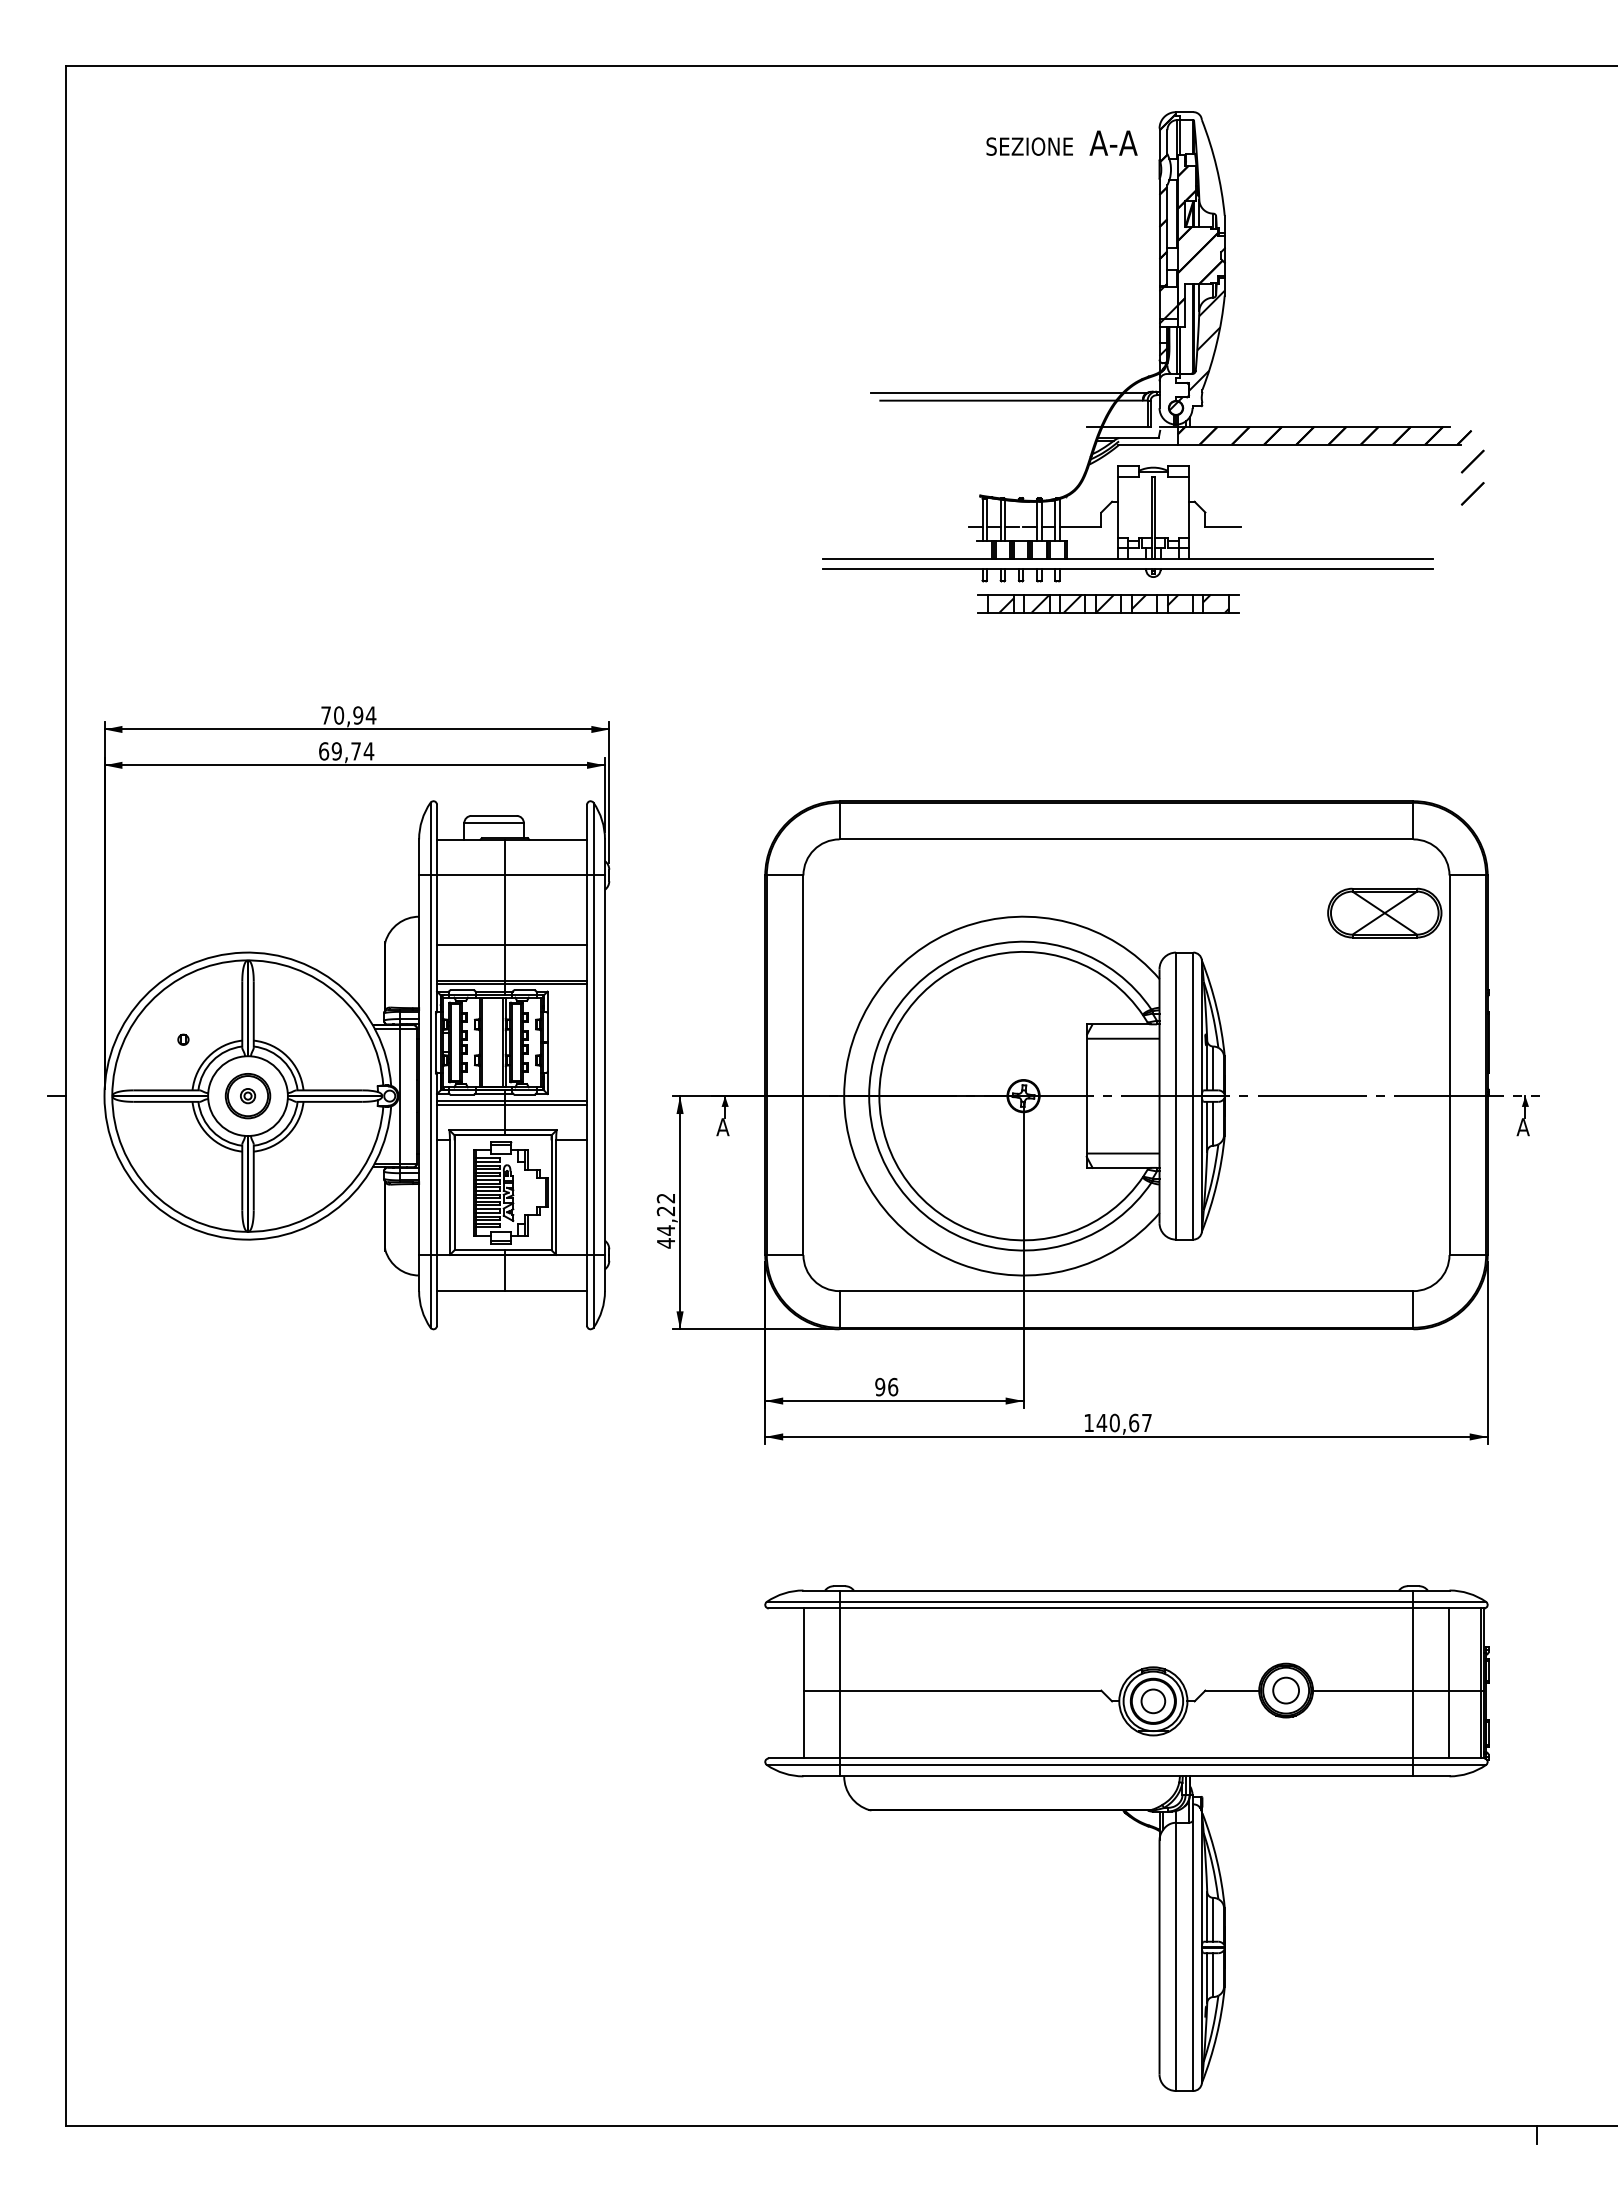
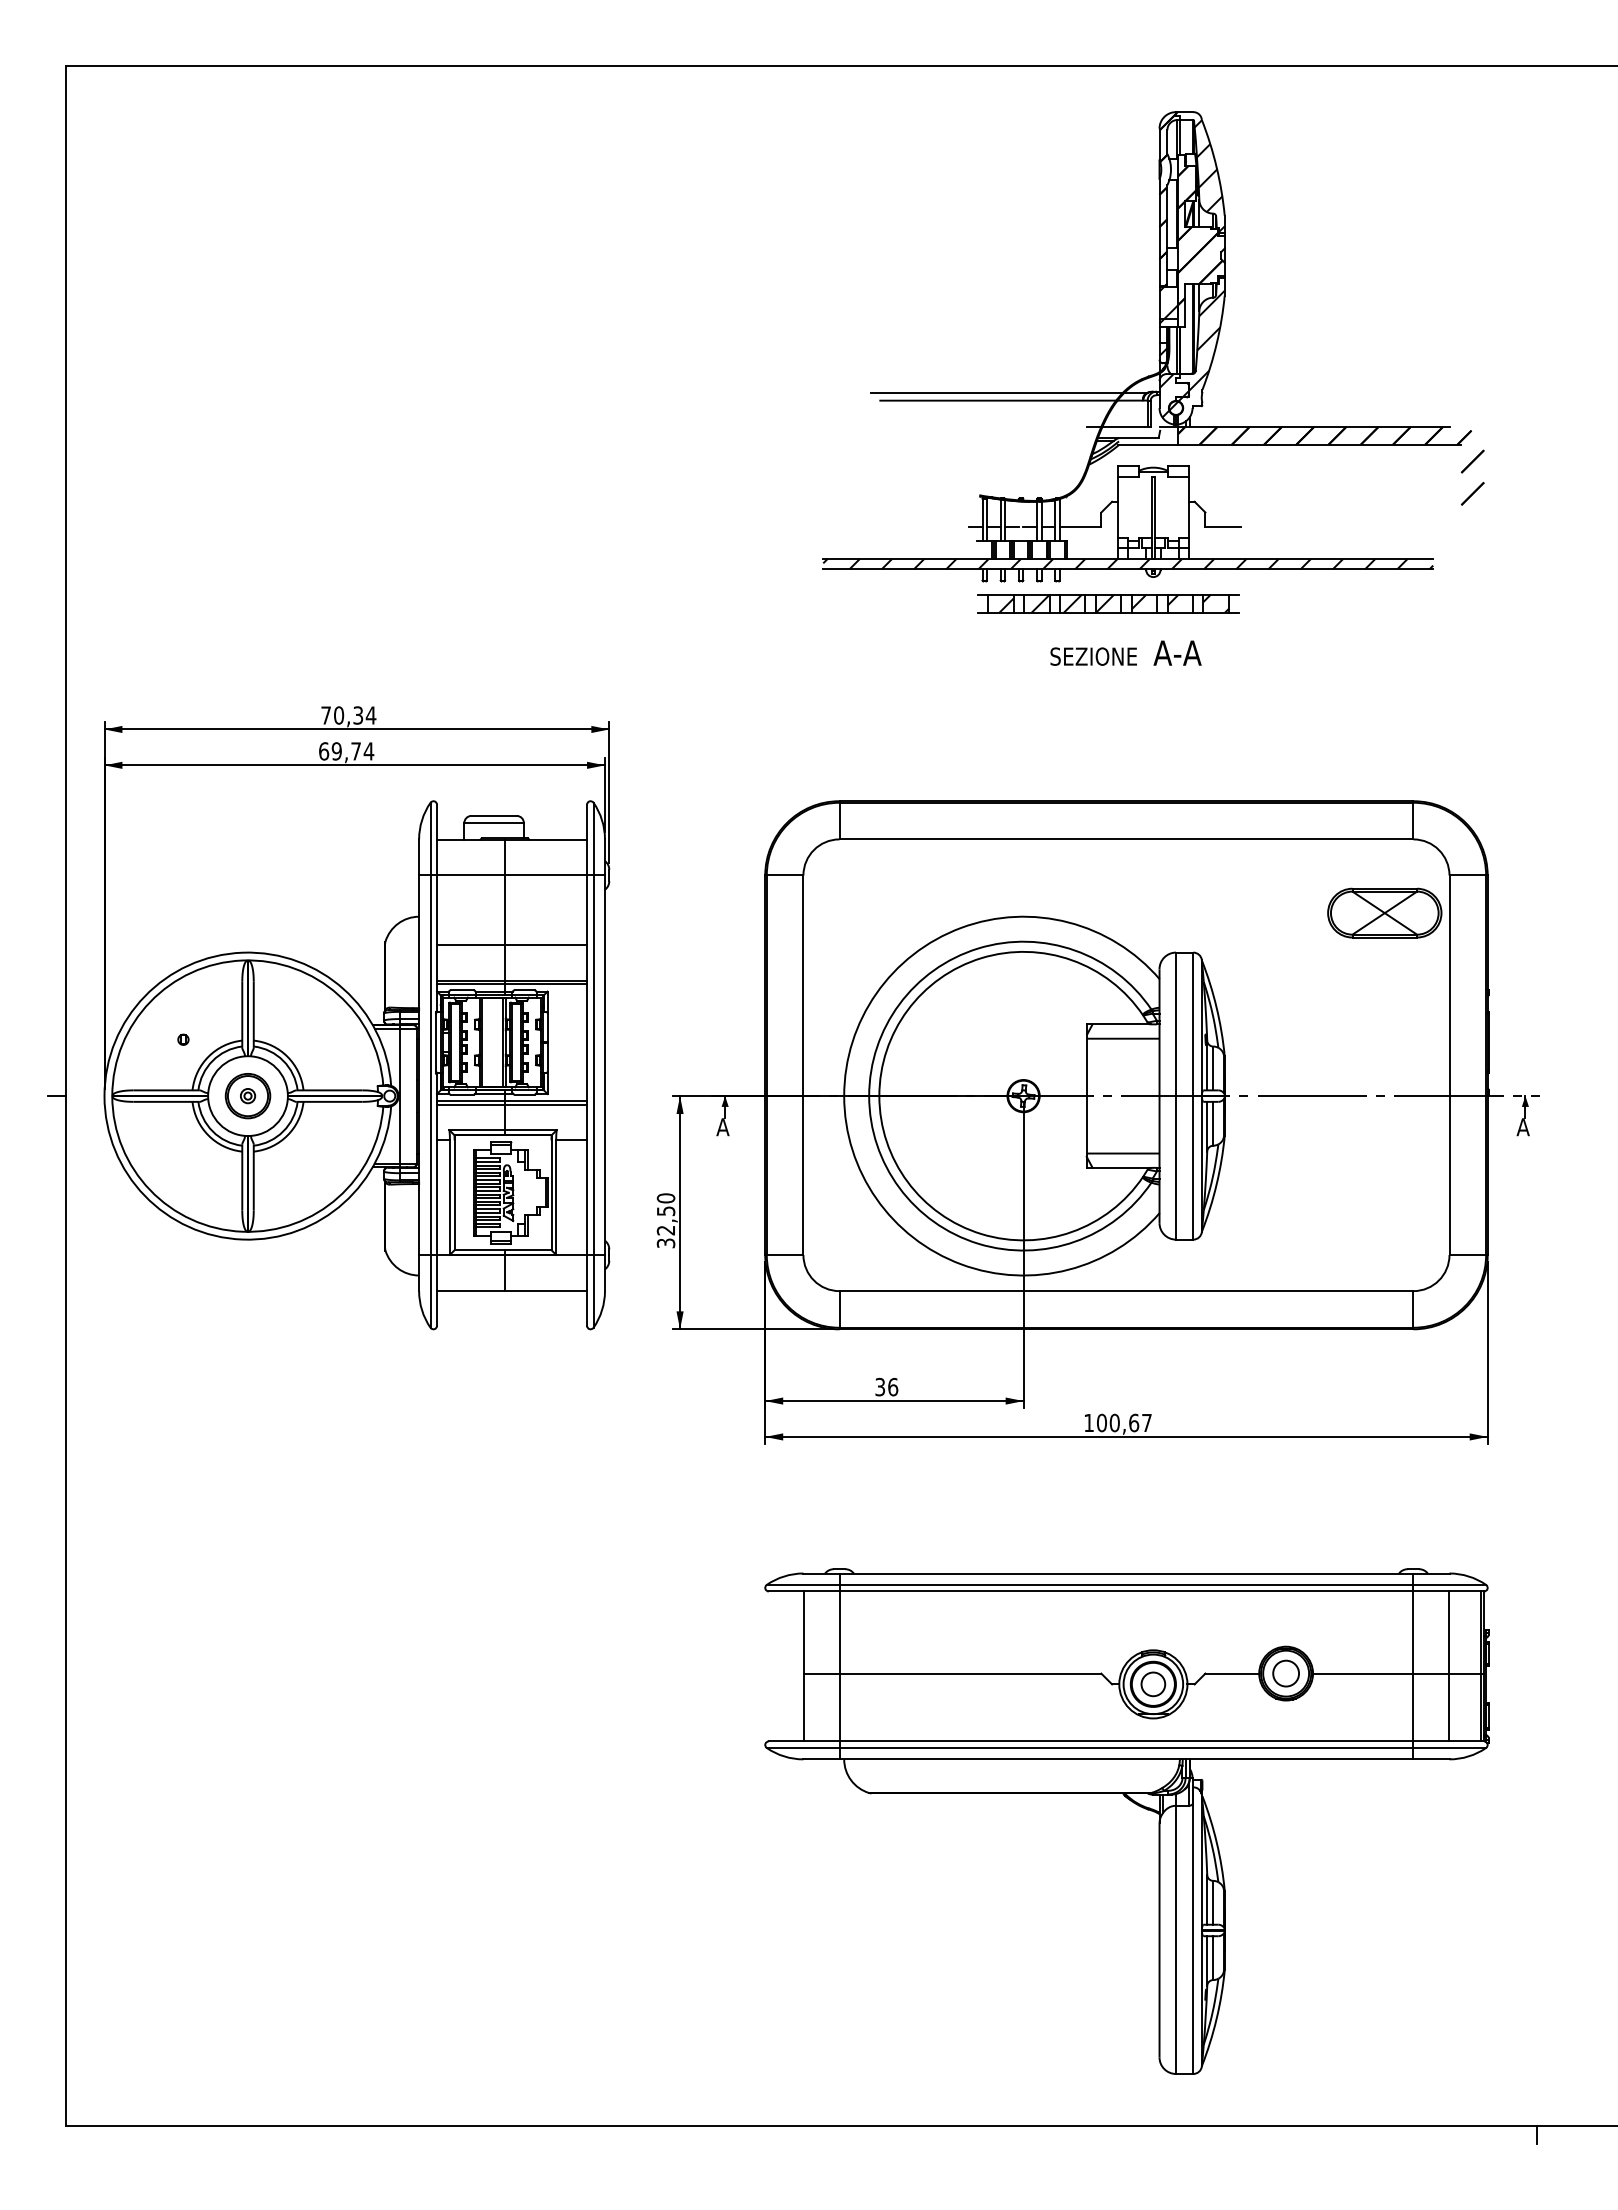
text at (1061, 142) position: (1061, 142) -> (1125, 652)
hatch at (1200, 171): none -> present
hatch at (1173, 395): none -> present
hatch at (1128, 564): none -> present
text at (358, 715): 70,94 -> 70,34
text at (665, 1220): 44,22 -> 32,50
text at (880, 1387): 96 -> 36
text at (1101, 1422): 140,67 -> 100,67
part at (1138, 1823) position: (1138, 1823) -> (1138, 1806)
